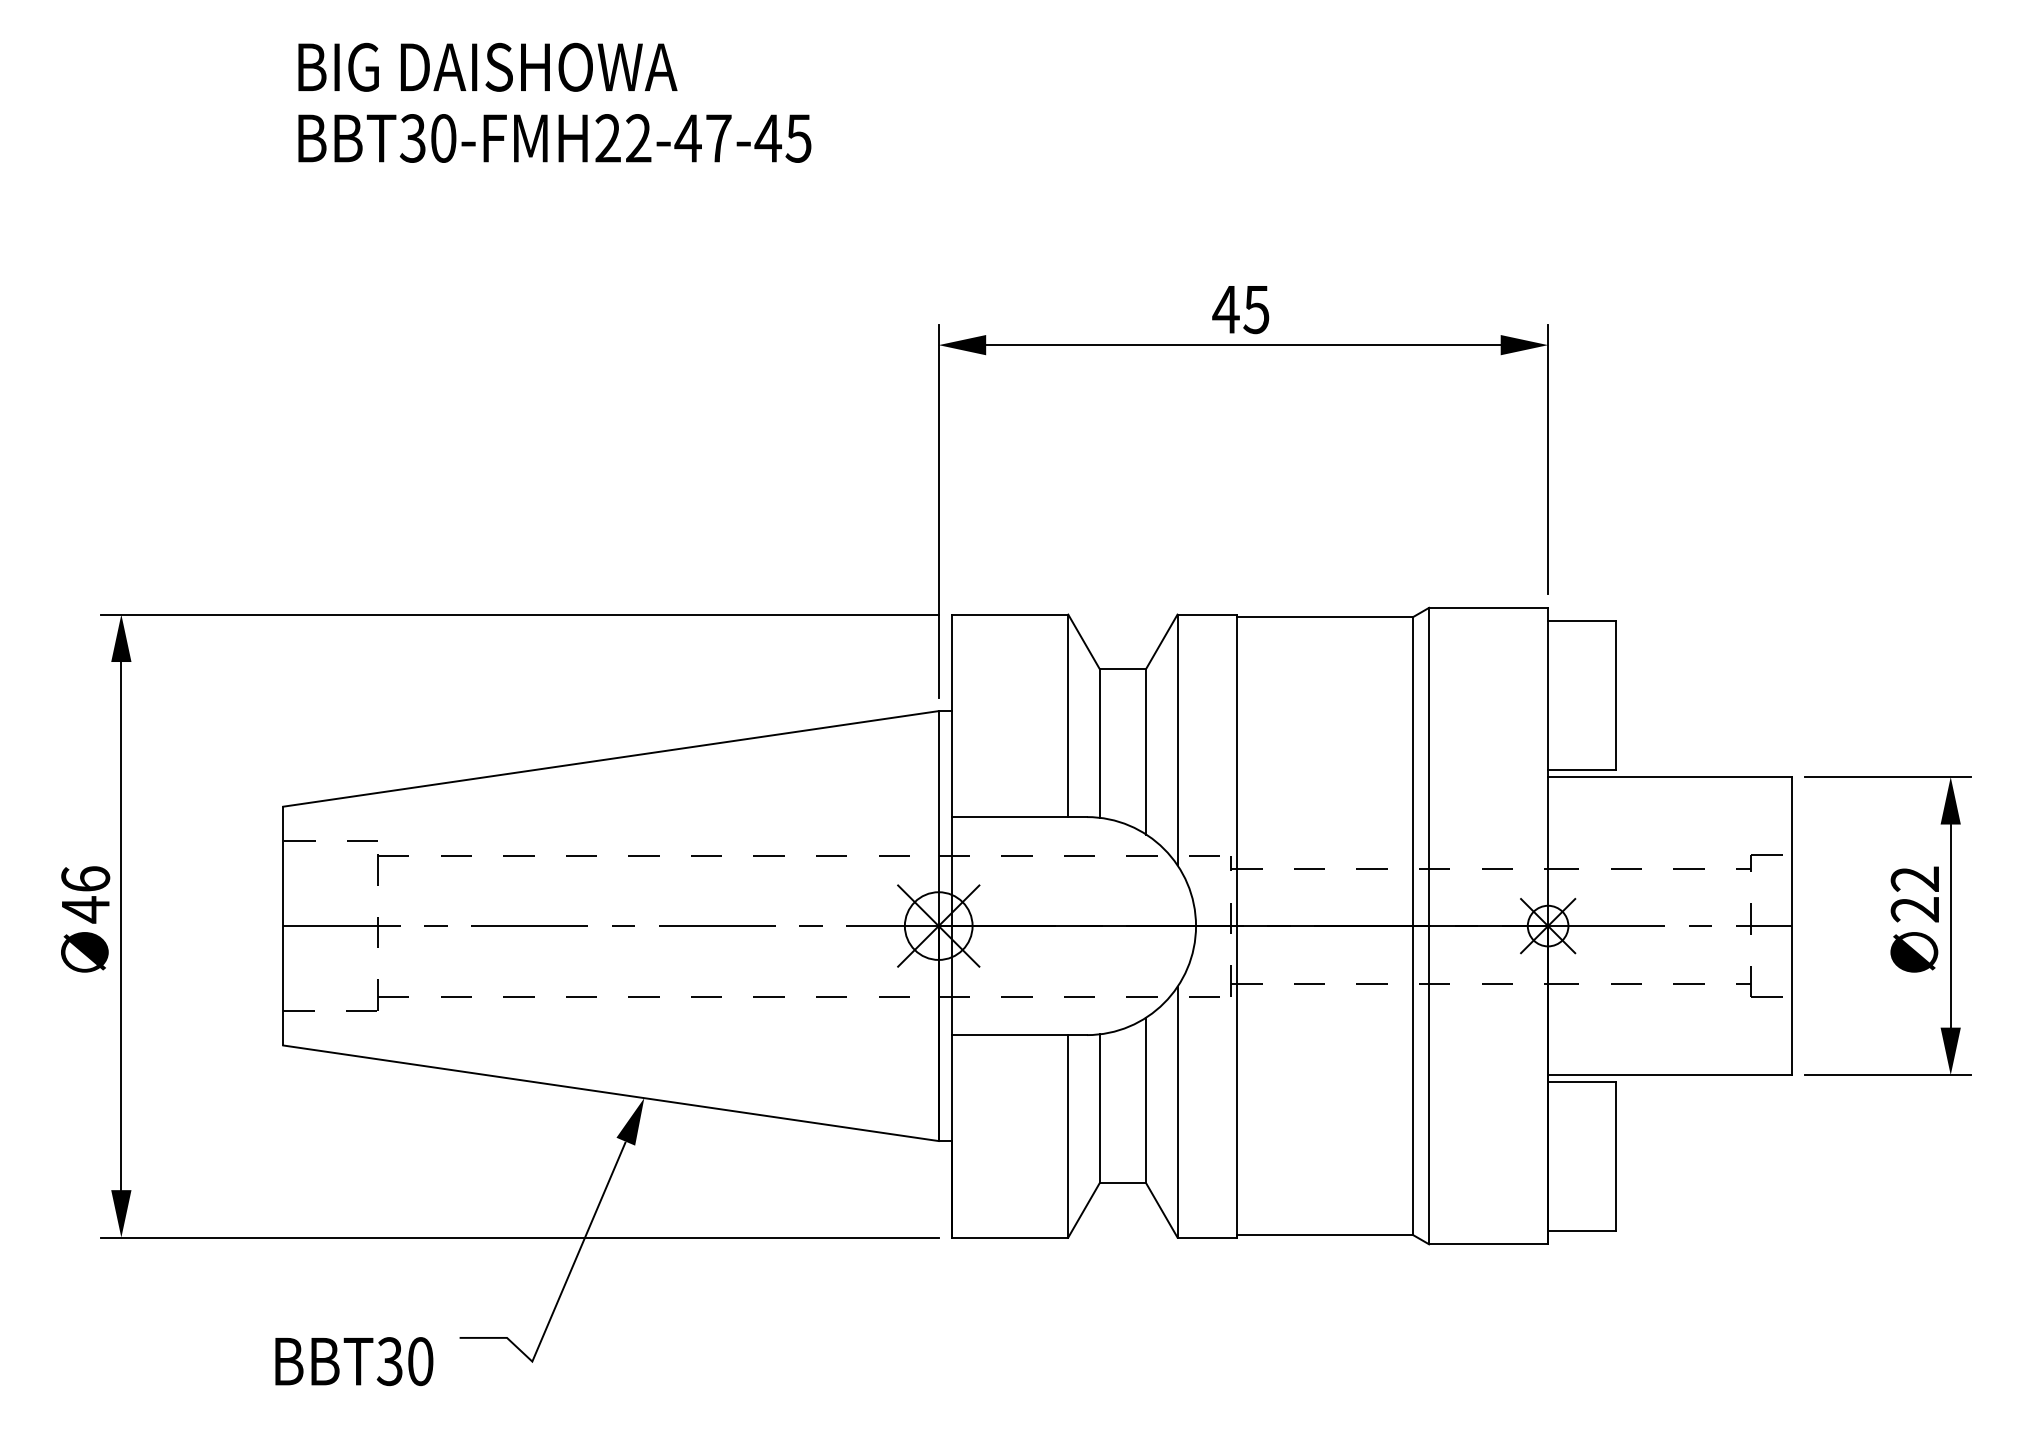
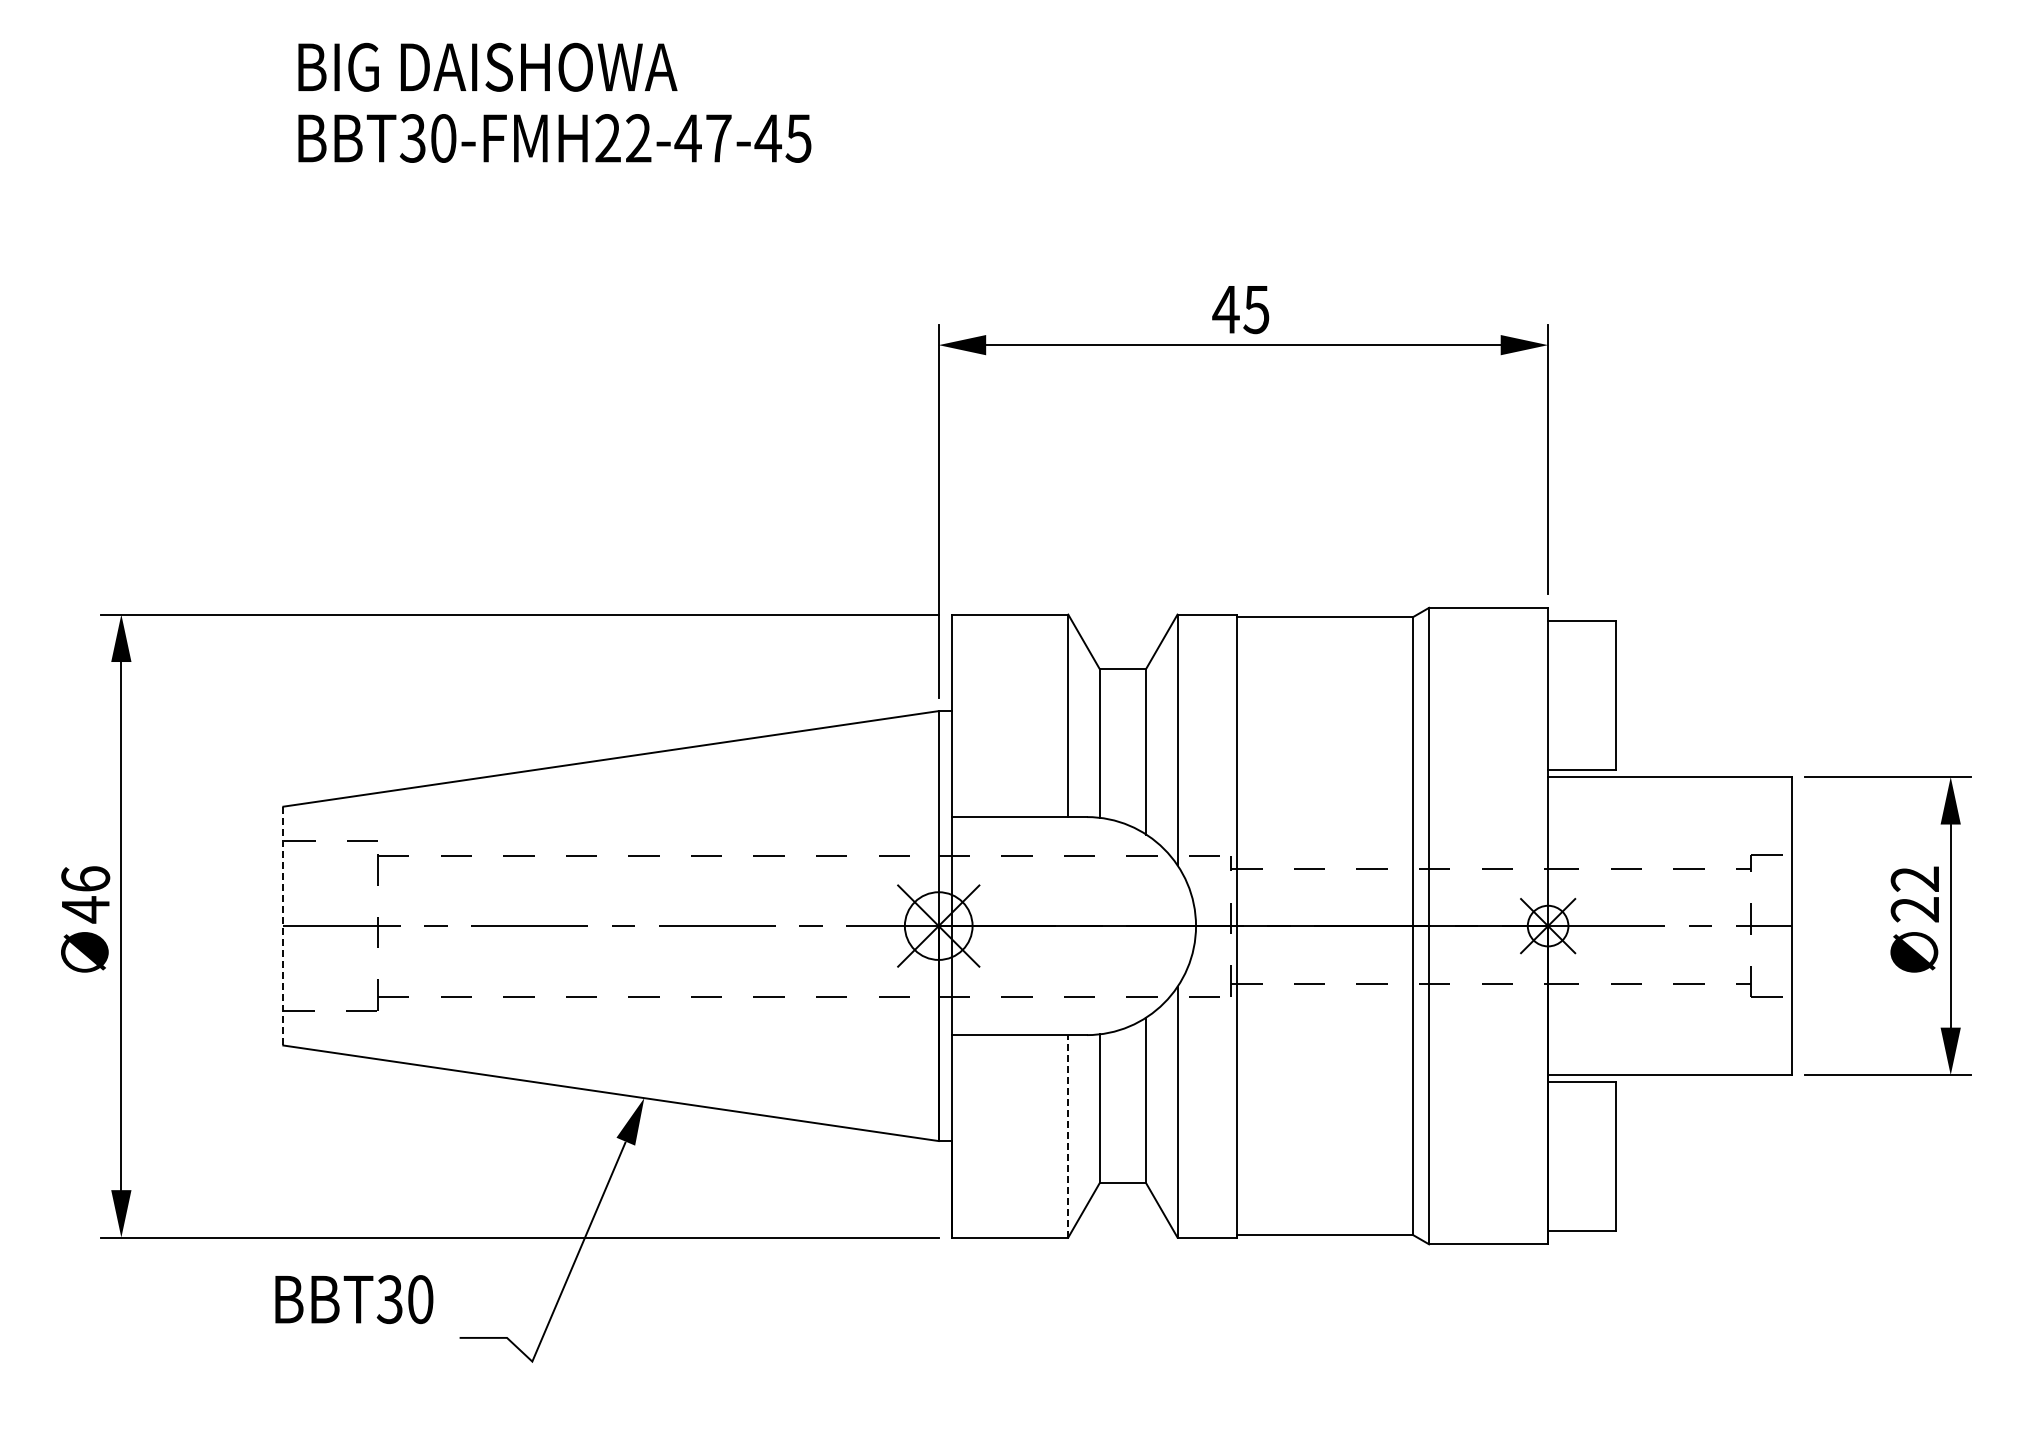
line at (283, 925): solid -> dashed
line at (1068, 1135): solid -> dashed
text at (354, 1361) position: (354, 1361) -> (354, 1299)
